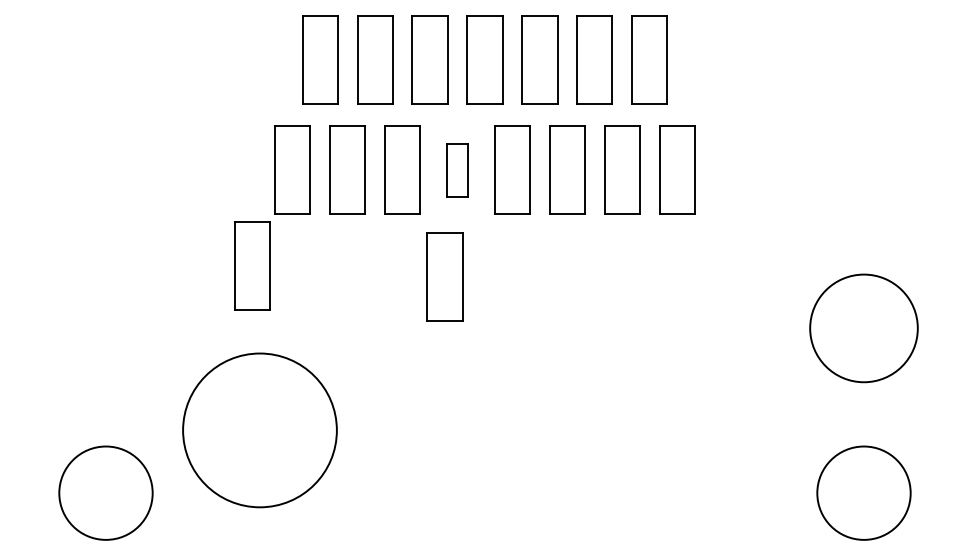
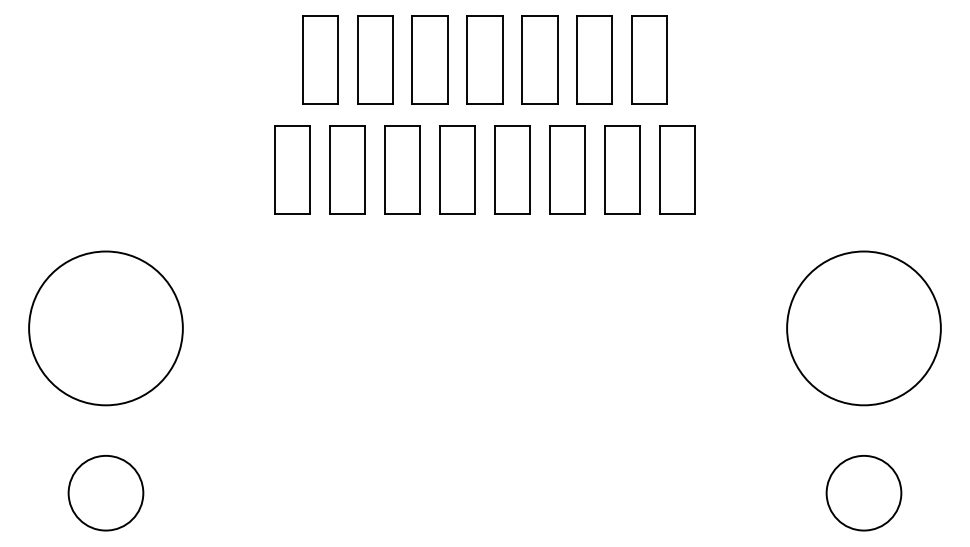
part at (457, 170) size: 23x55 px -> 37x90 px
part at (252, 265): present -> none
part at (444, 276): present -> none
circle at (863, 328) diameter: 108 px -> 154 px
circle at (259, 430) position: (259, 430) -> (105, 328)
circle at (105, 492) diameter: 93 px -> 75 px
circle at (863, 492) diameter: 93 px -> 75 px
